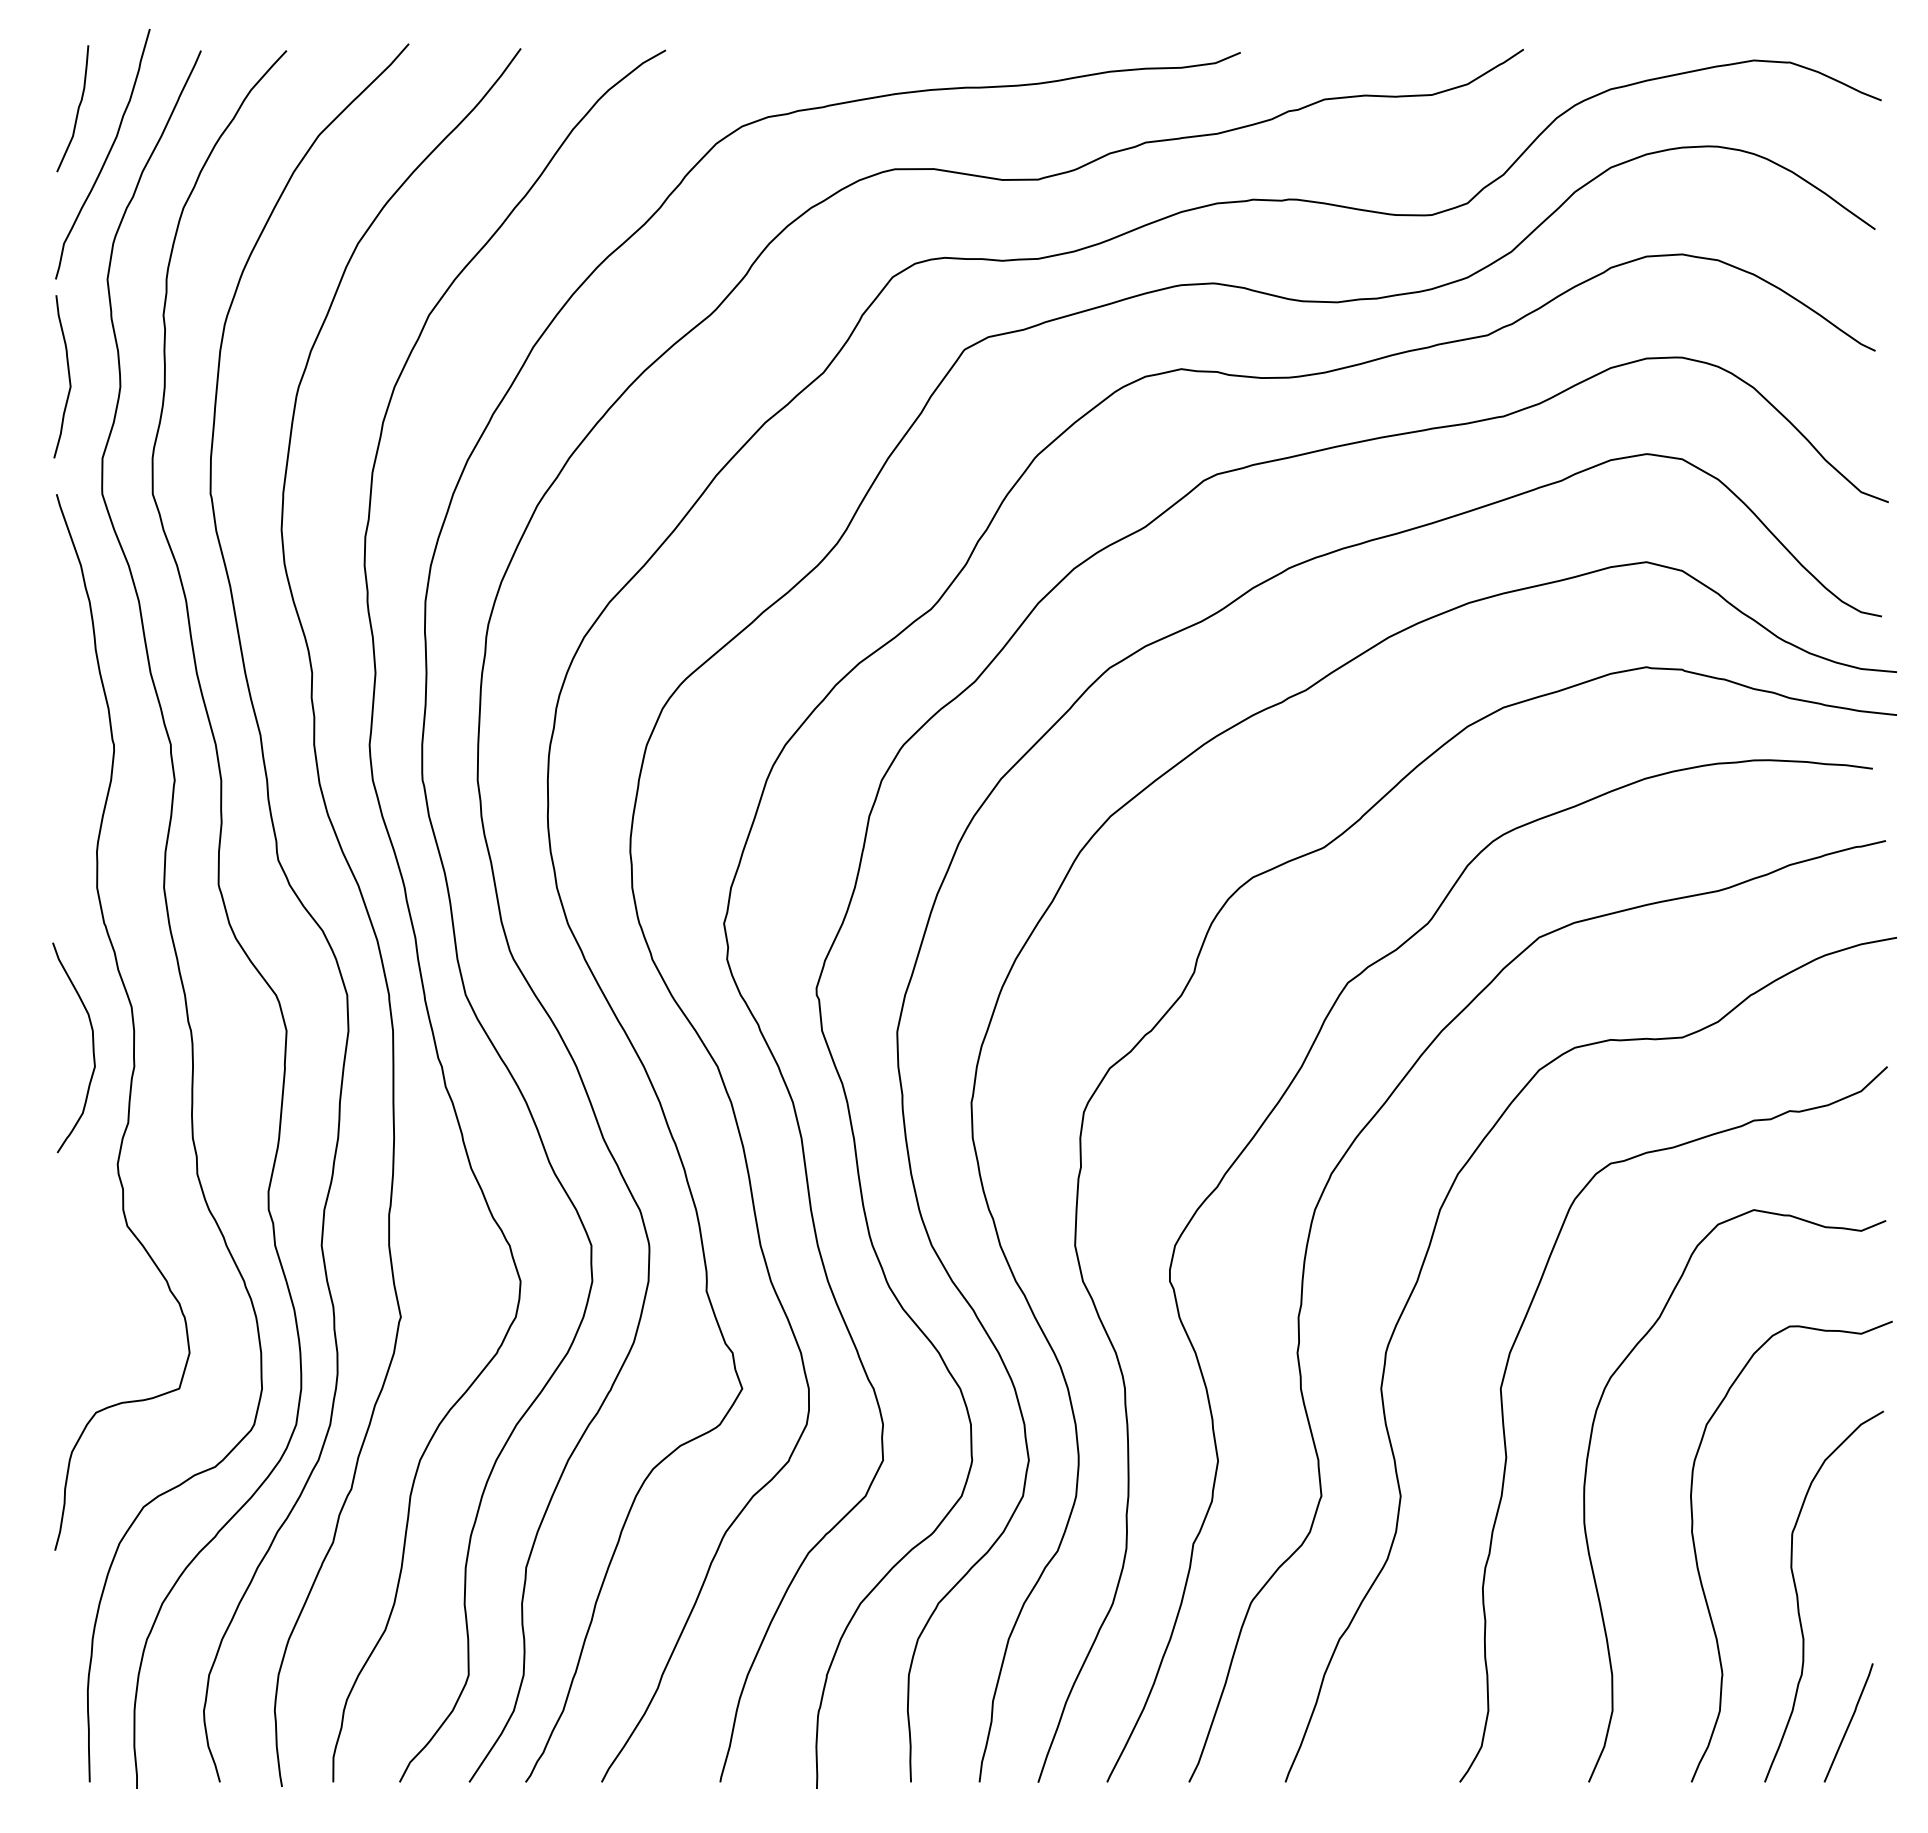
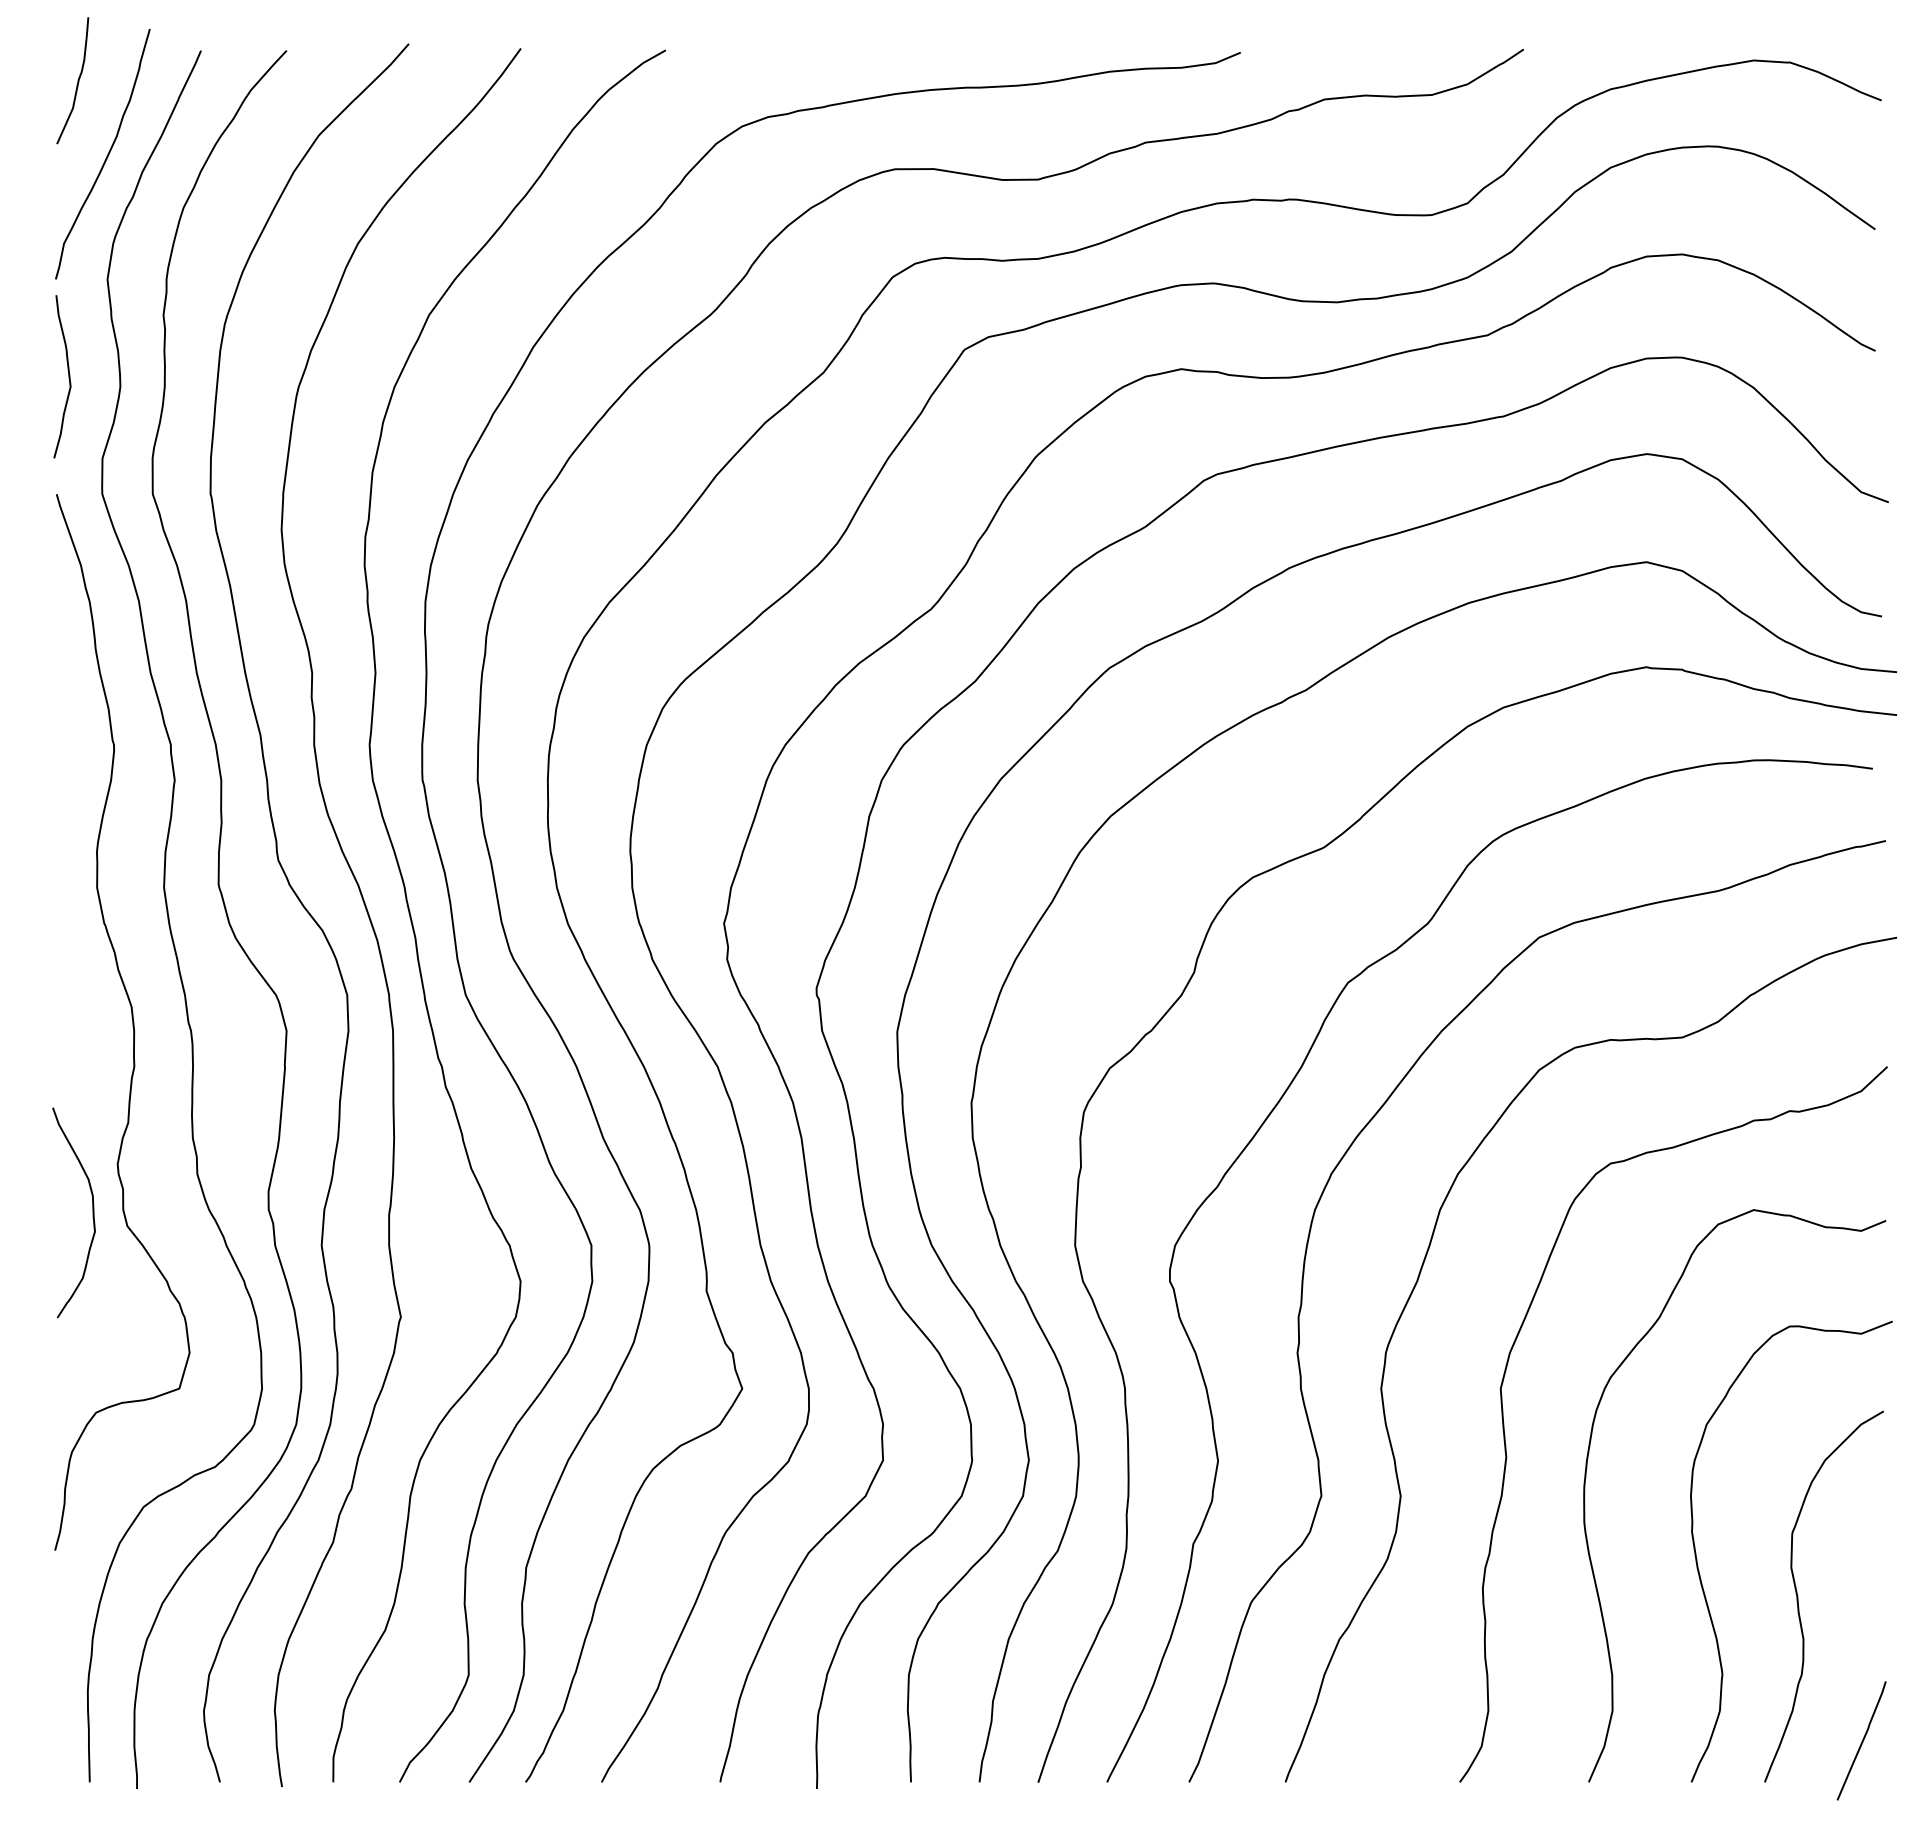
curve at (77, 108) position: (77, 108) -> (77, 80)
curve at (92, 1047) position: (92, 1047) -> (92, 1212)
curve at (1849, 1722) position: (1849, 1722) -> (1862, 1740)
